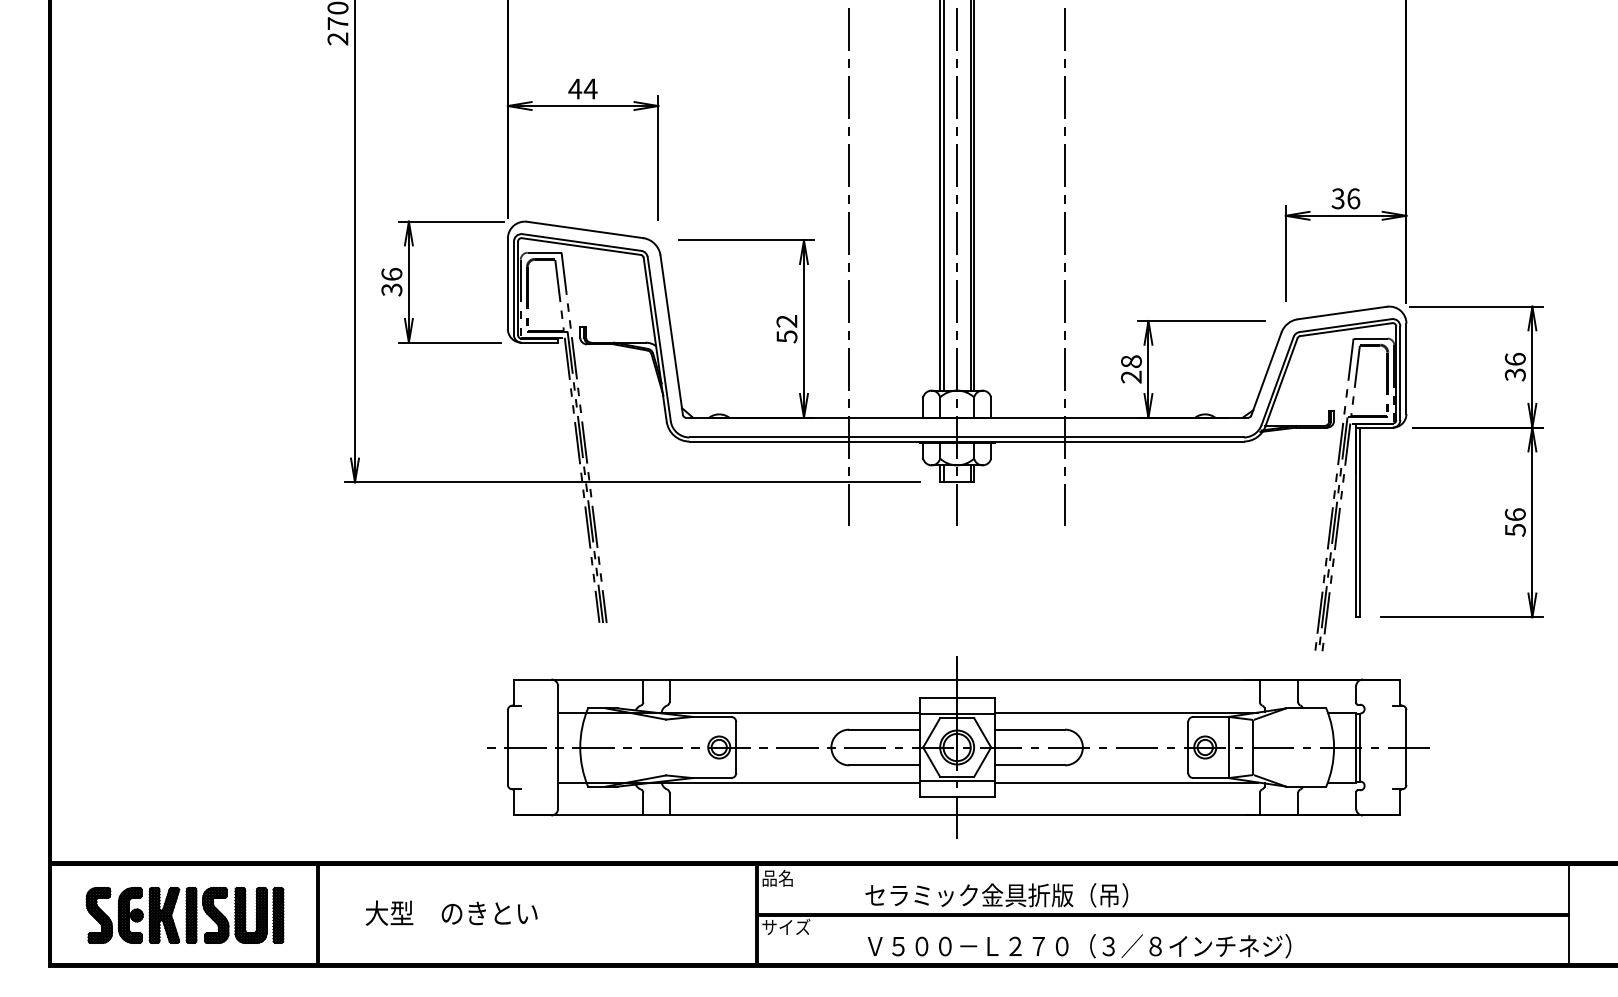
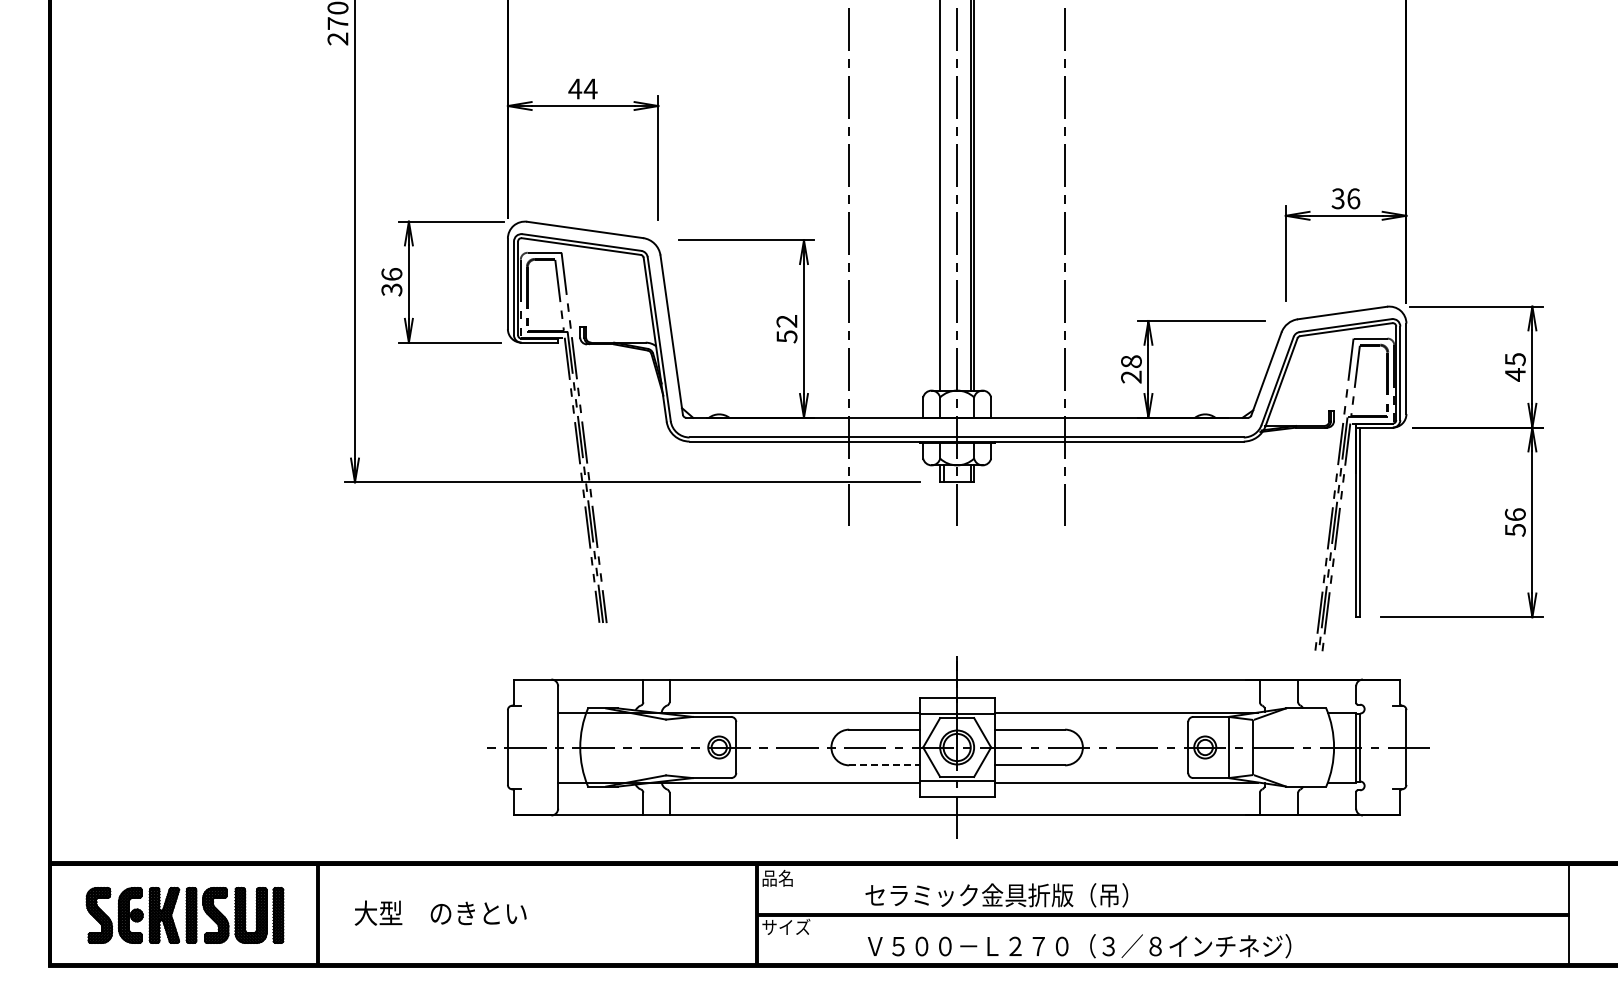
line at (943, 196): present -> none
text at (1514, 366): 36 -> 45
line at (885, 765): solid -> dashed
text at (451, 912) position: (451, 912) -> (440, 912)
